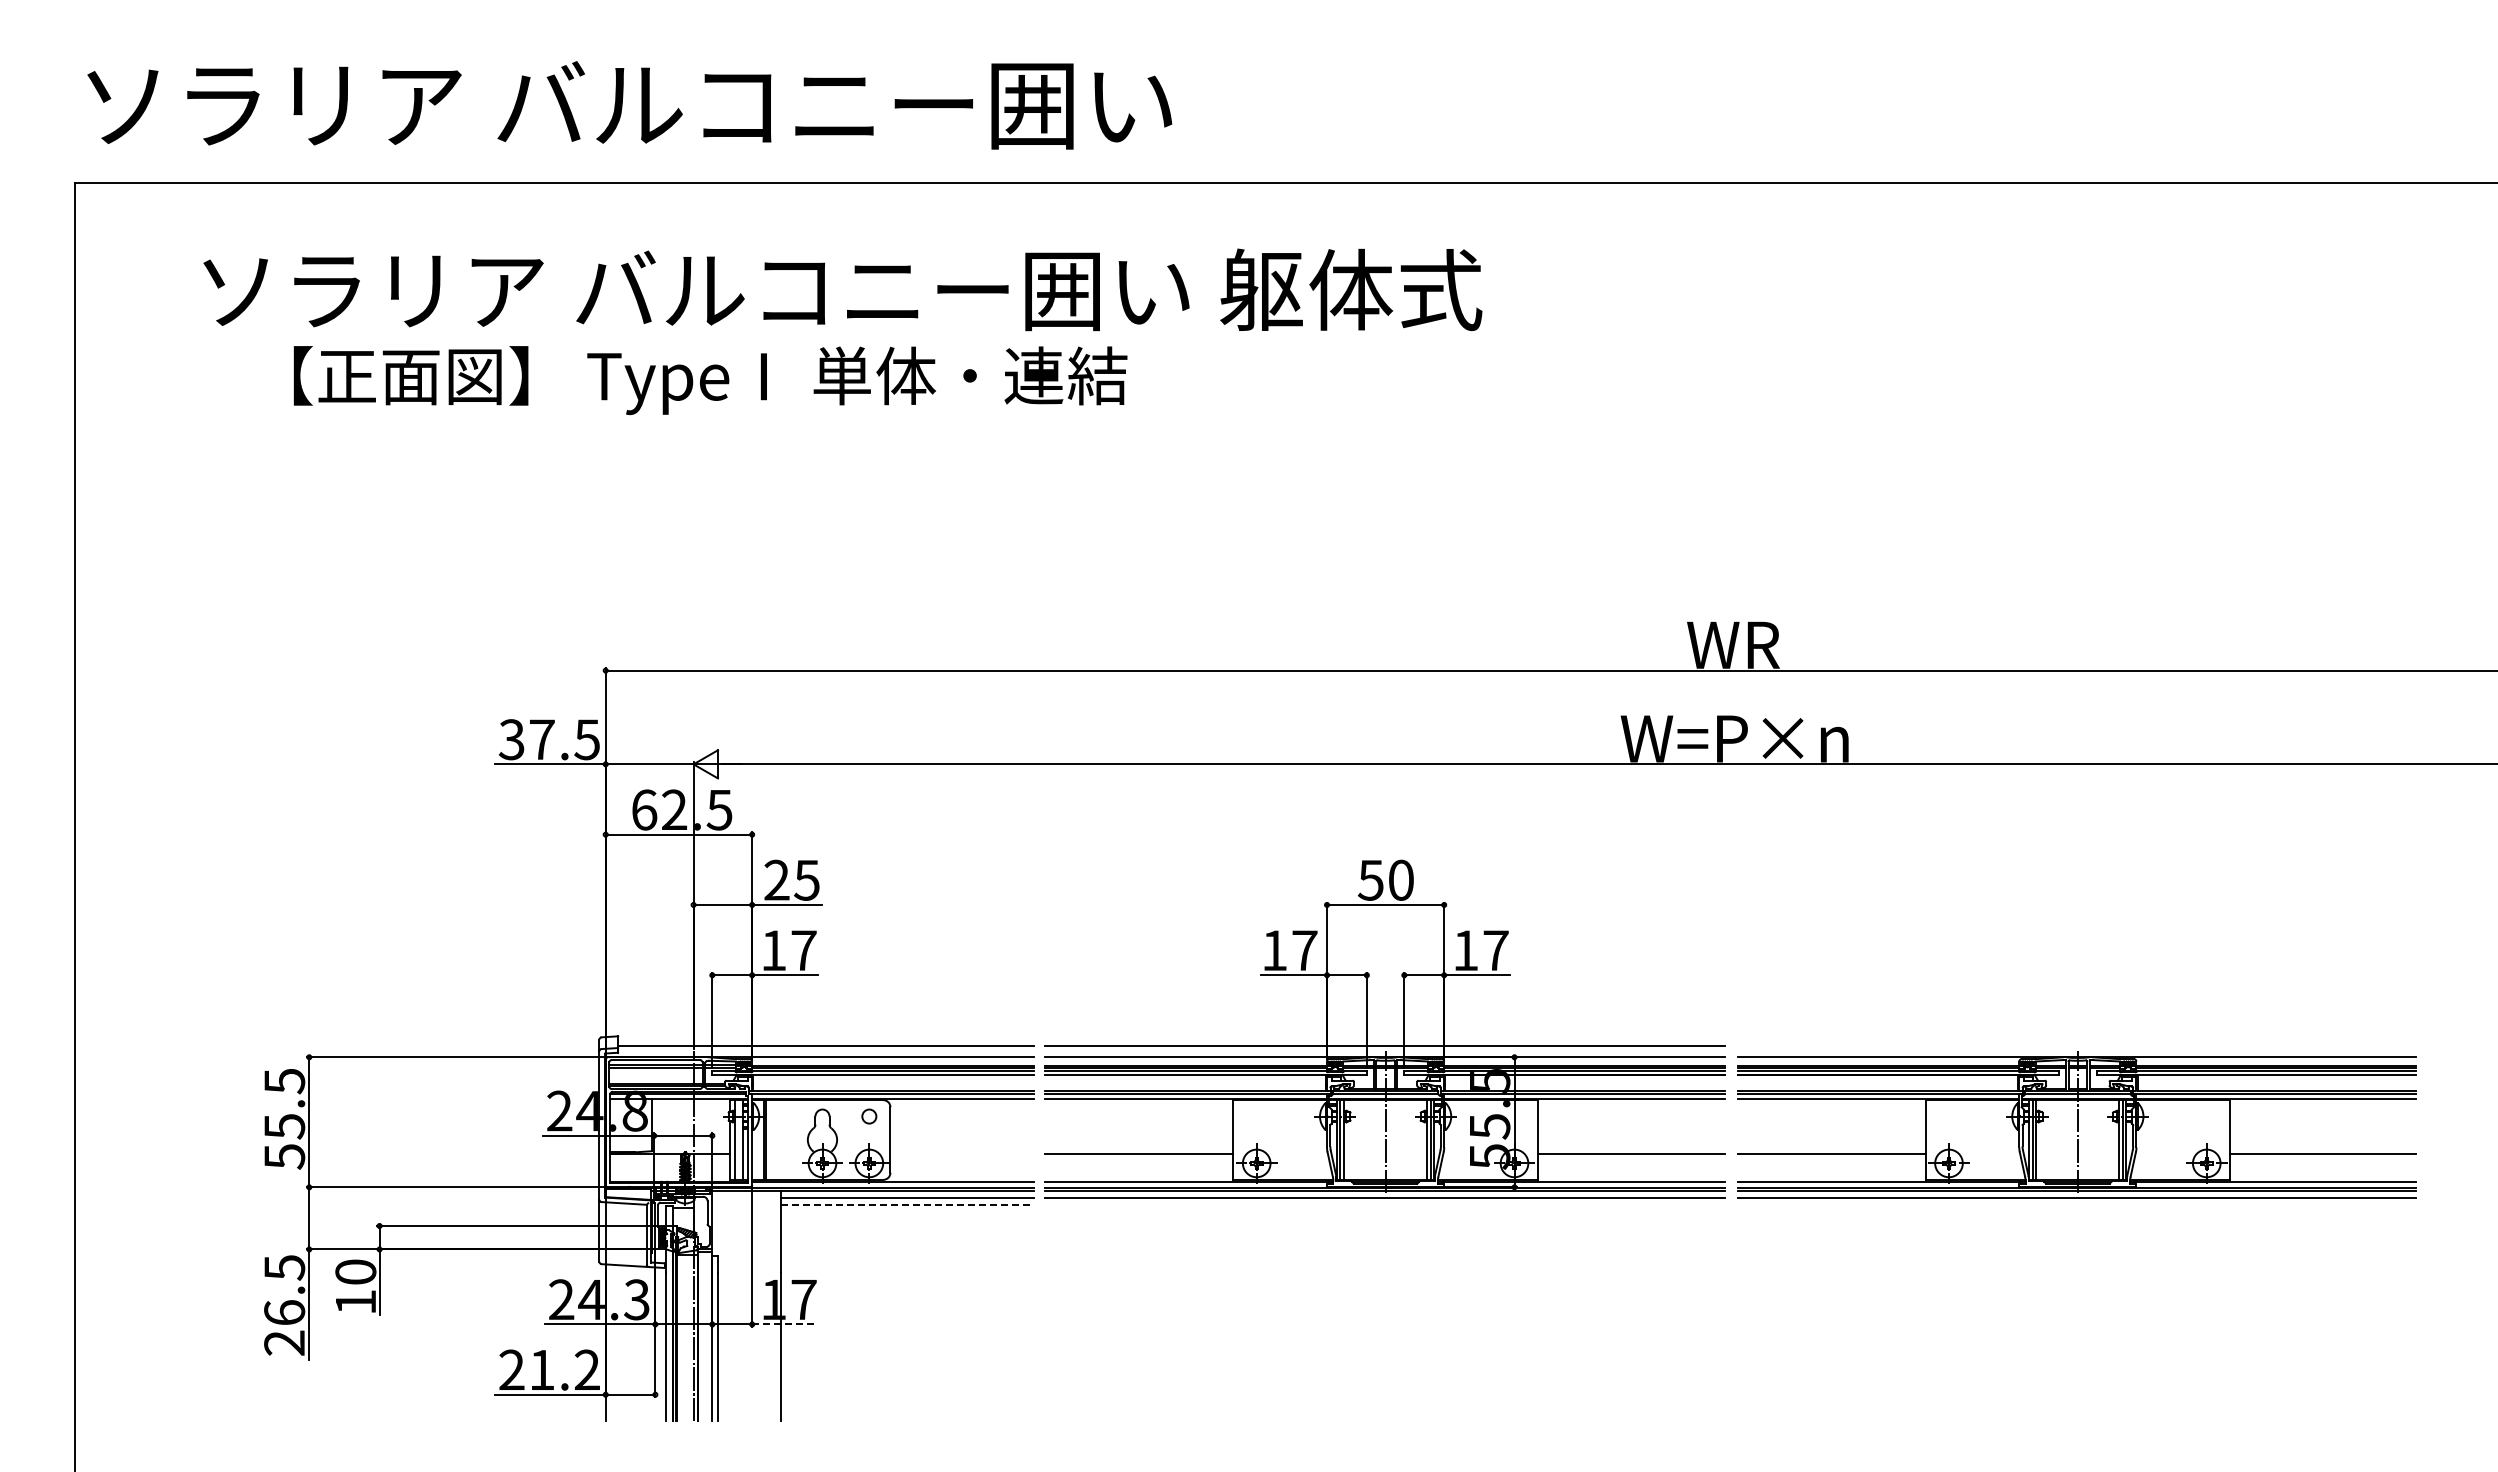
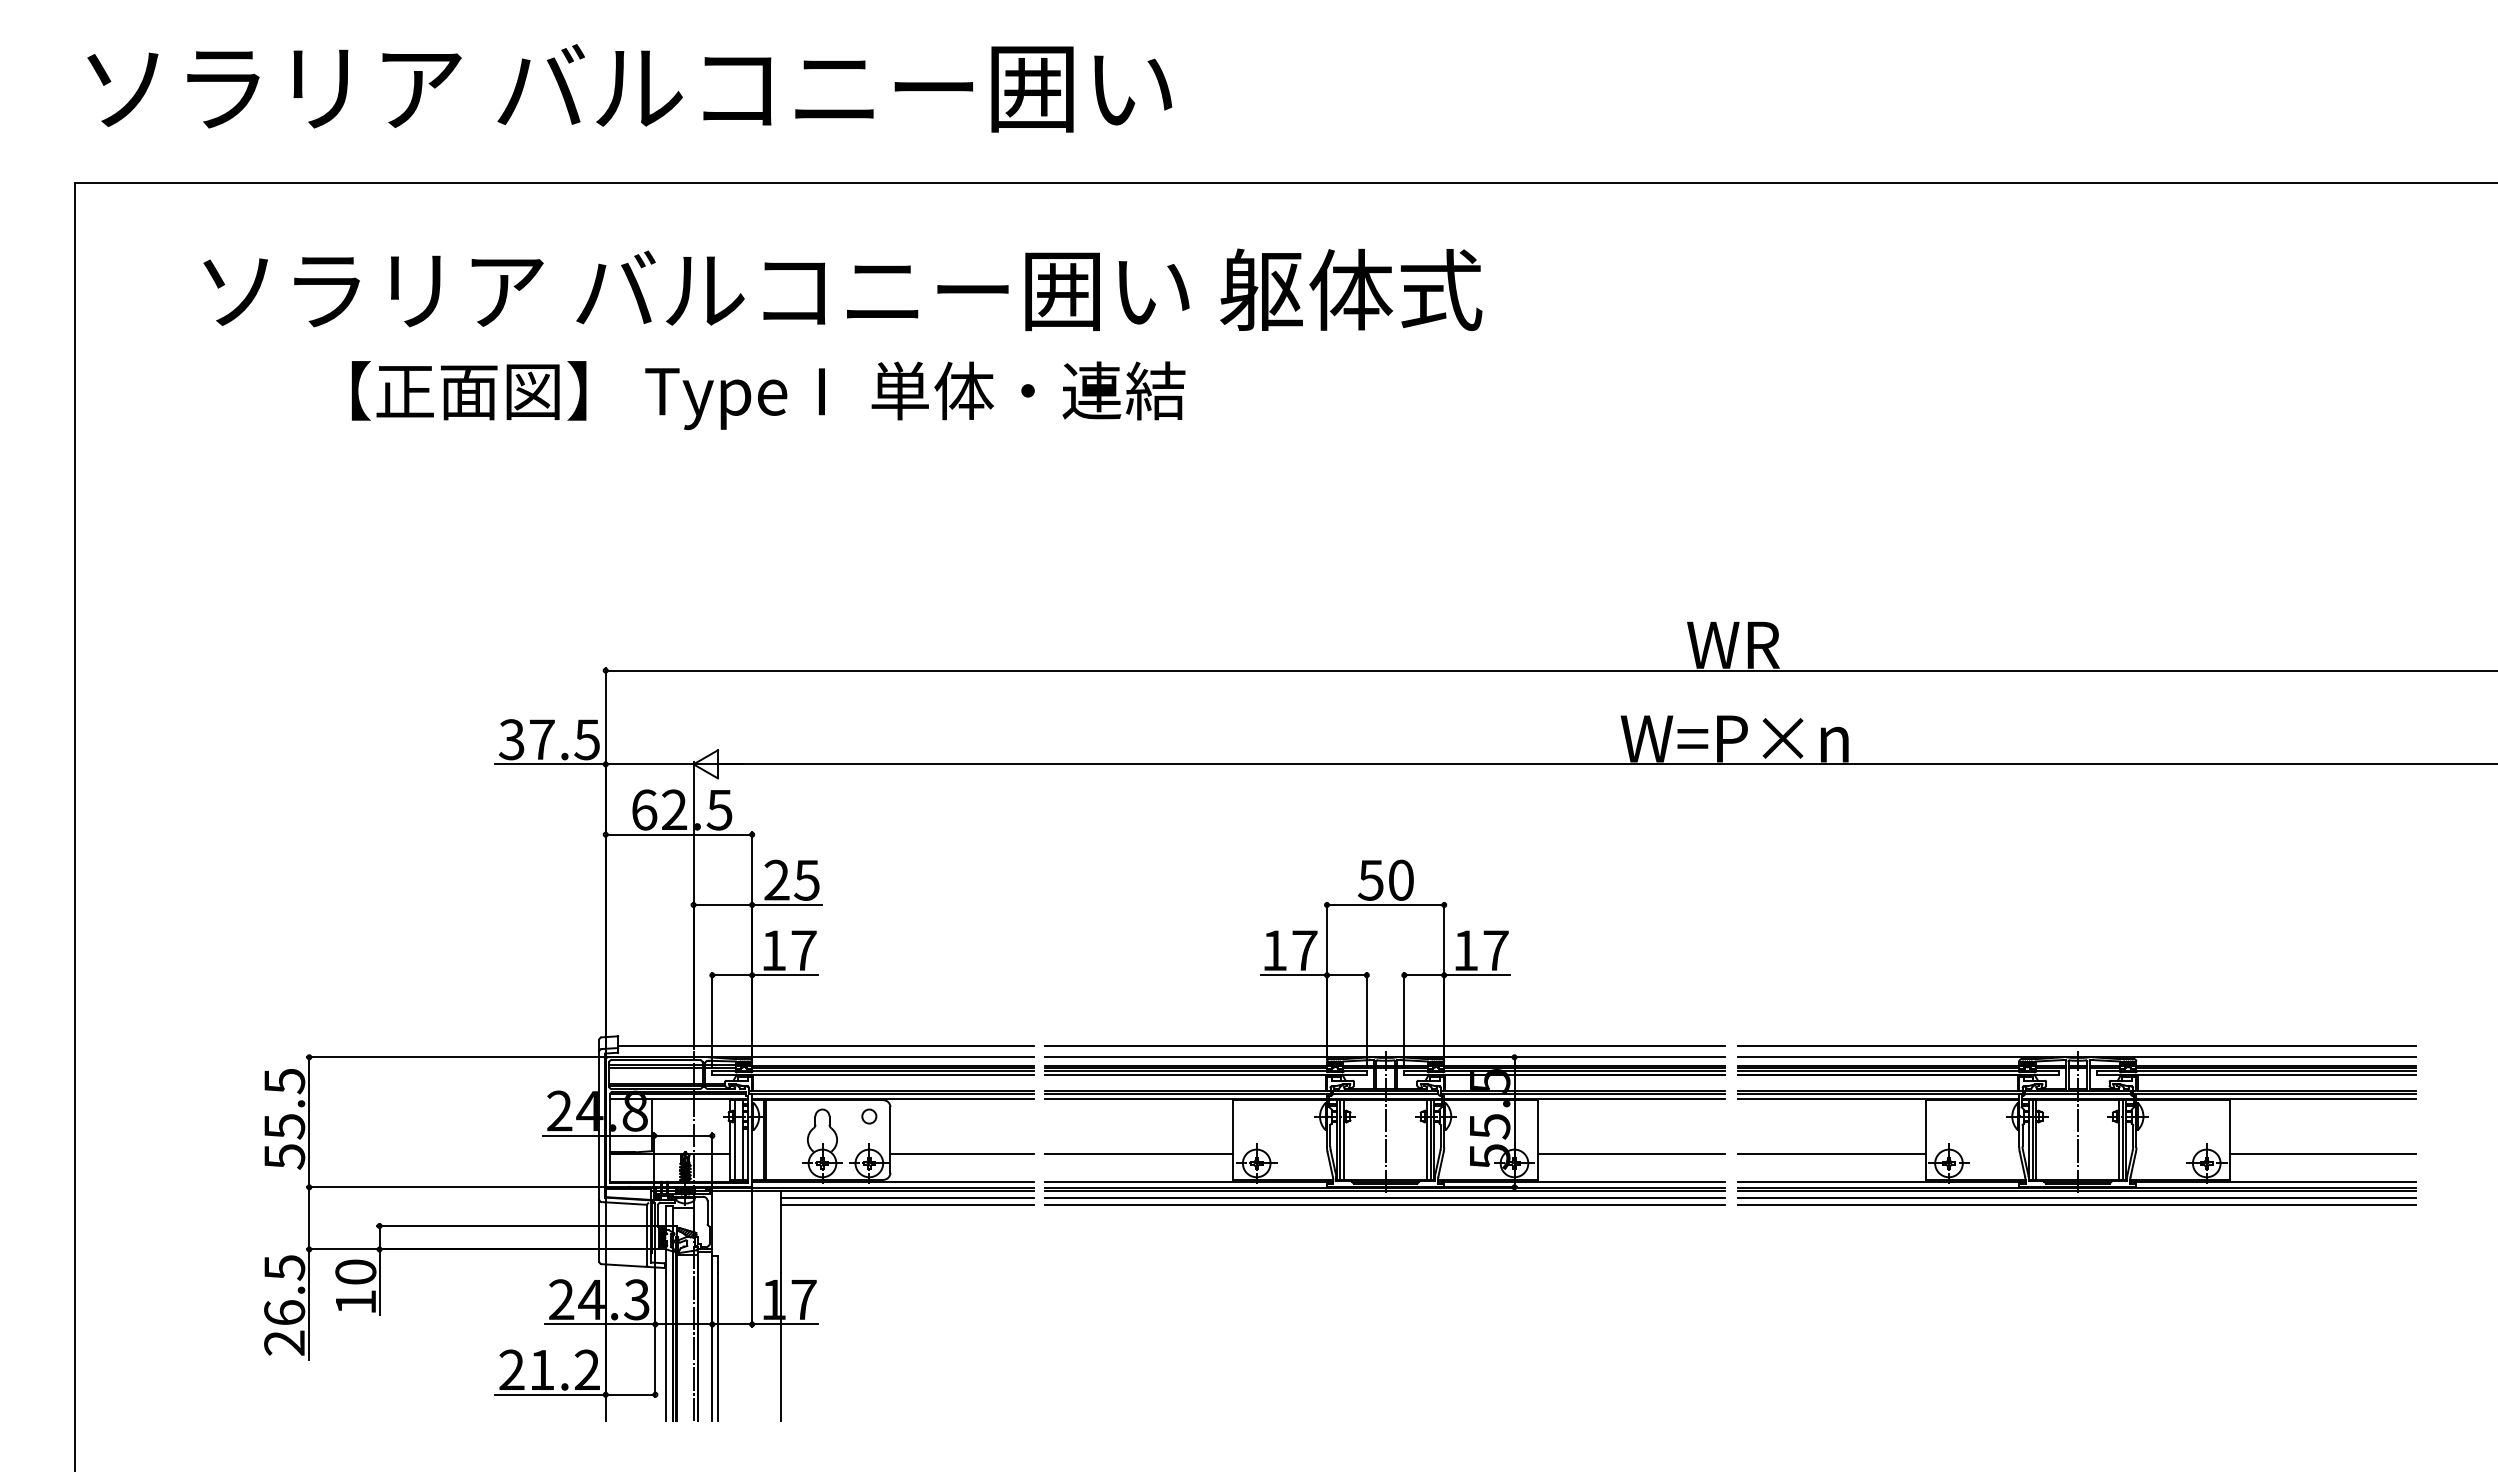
text at (629, 105) position: (629, 105) -> (629, 88)
text at (710, 380) position: (710, 380) -> (768, 395)
line at (2077, 1045): none -> present
line at (961, 1153): none -> present
line at (908, 1204): dashed -> solid
line at (1385, 1204): none -> present
line at (2077, 1204): none -> present
line at (785, 1324): dashed -> solid
